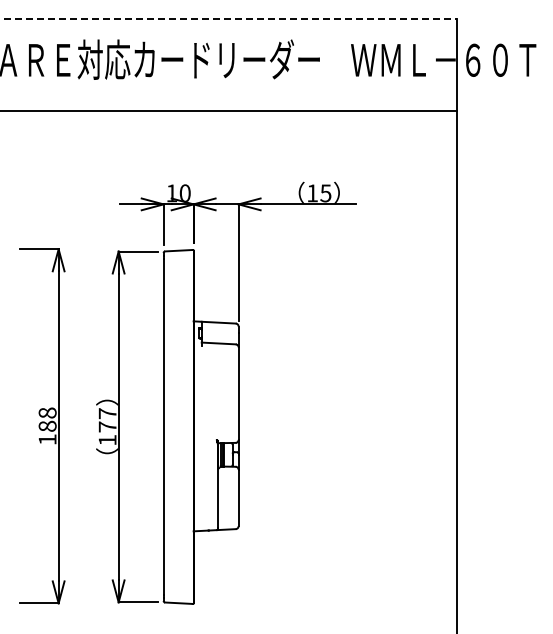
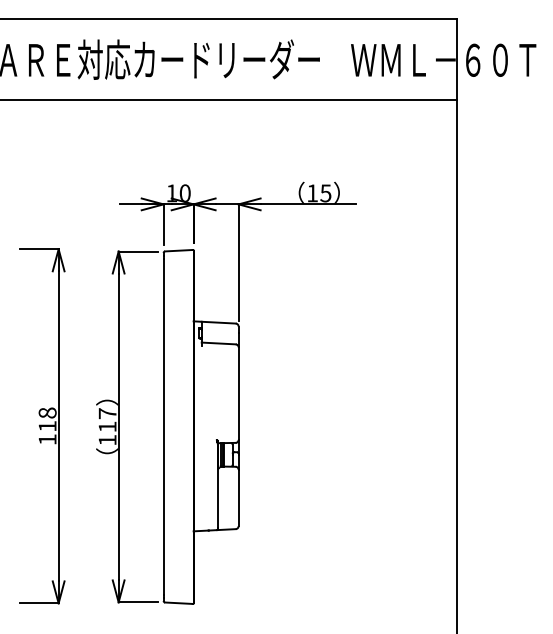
line at (229, 19): dashed -> solid
line at (229, 110) position: (229, 110) -> (229, 99)
text at (47, 425): 188 -> 118
text at (107, 426): 177 -> 117
